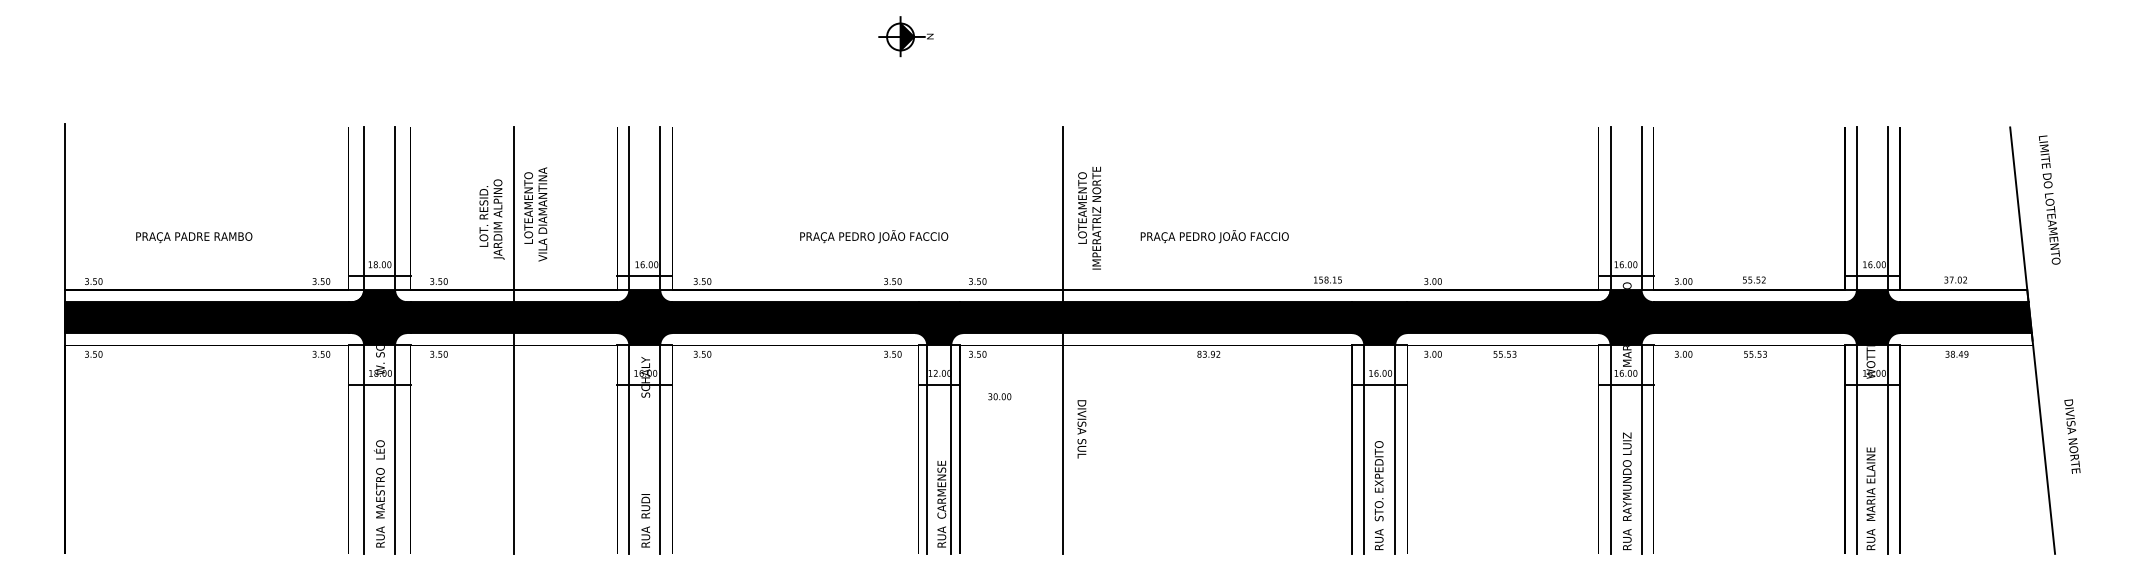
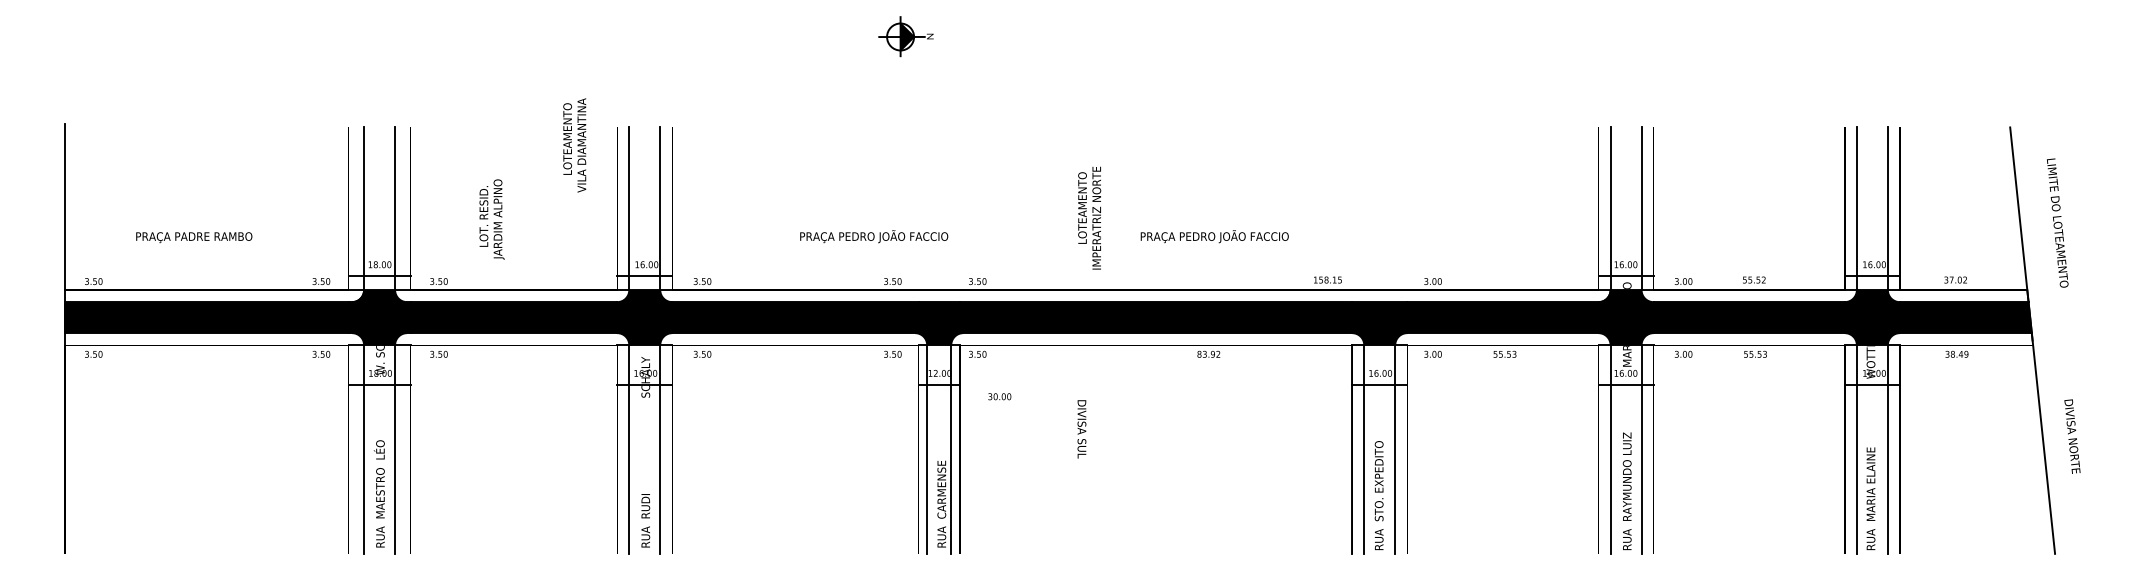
text at (2049, 199) position: (2049, 199) -> (2057, 222)
text at (535, 214) position: (535, 214) -> (574, 145)
line at (513, 340): present -> none
line at (1063, 340): present -> none
